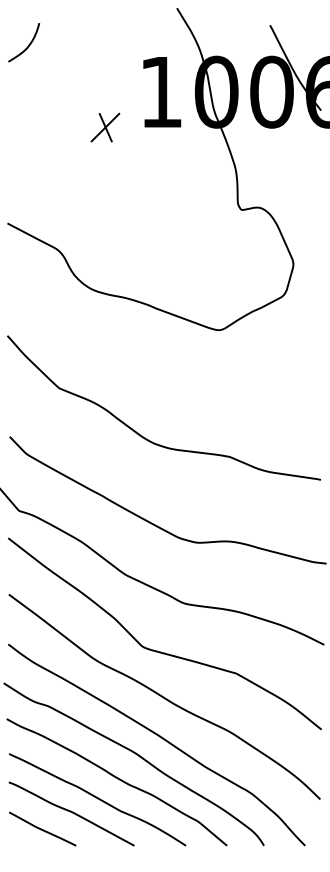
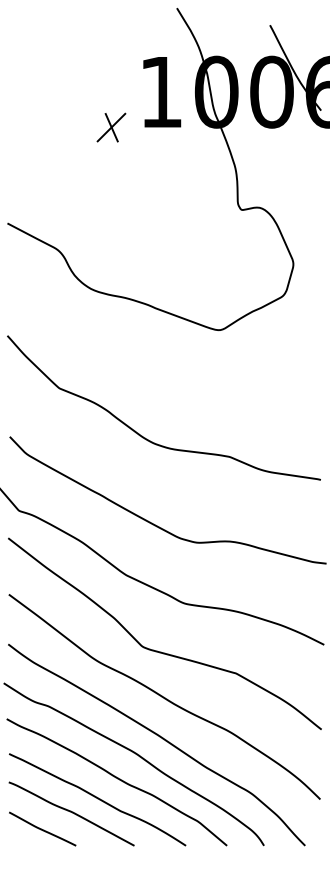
curve at (28, 44): present -> none
part at (105, 127) position: (105, 127) -> (111, 127)
